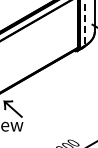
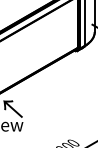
line at (84, 23): dashed -> solid
